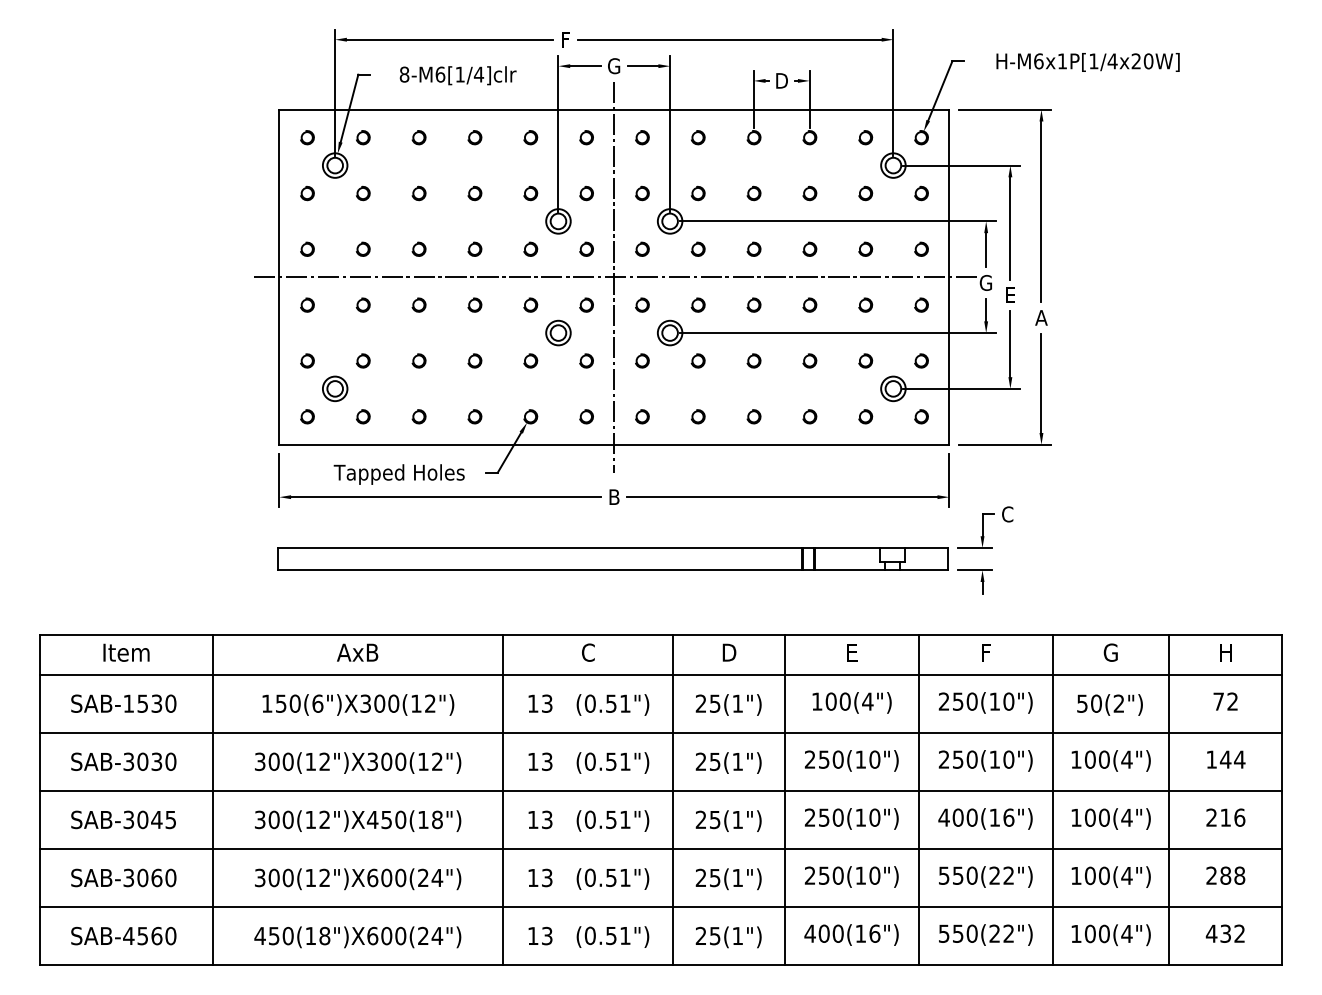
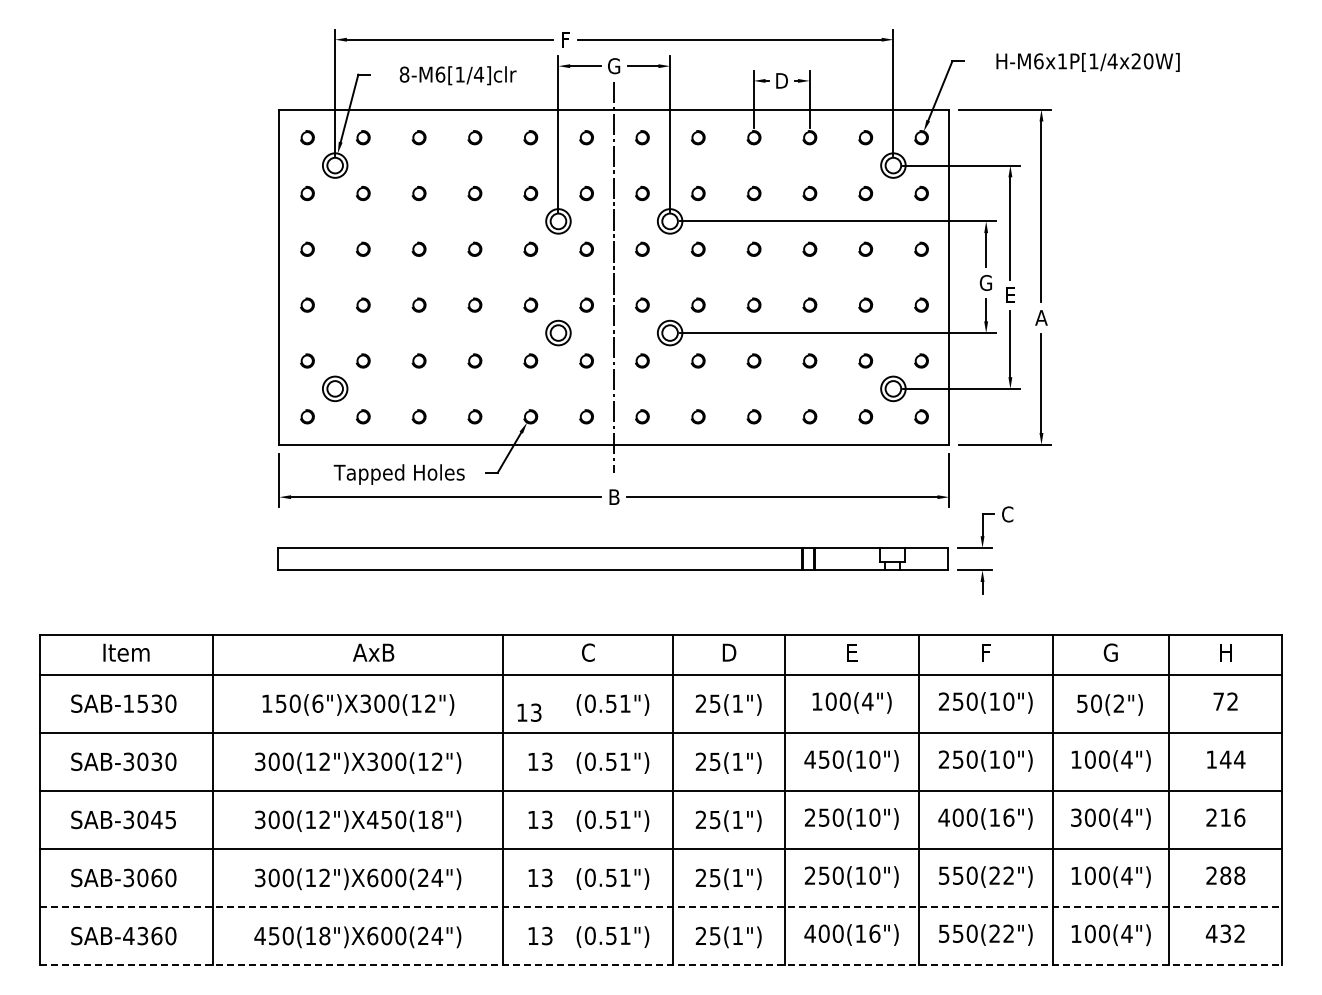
line at (614, 277): present -> none
text at (357, 652) position: (357, 652) -> (373, 652)
text at (540, 703) position: (540, 703) -> (529, 712)
text at (809, 759): 250(10") -> 450(10")
text at (1076, 817): 100(4") -> 300(4")
line at (661, 907): solid -> dashed
text at (143, 935): SAB-4560 -> SAB-4360
line at (661, 965): solid -> dashed
